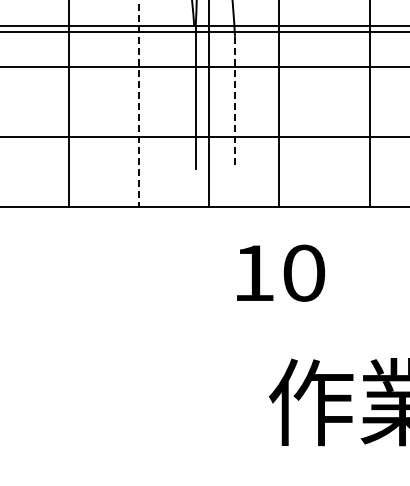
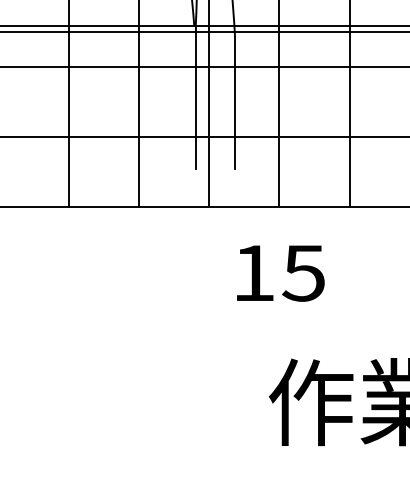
line at (235, 103): dashed -> solid
line at (138, 104): dashed -> solid
line at (369, 104) position: (369, 104) -> (349, 104)
text at (303, 272): 10 -> 15
